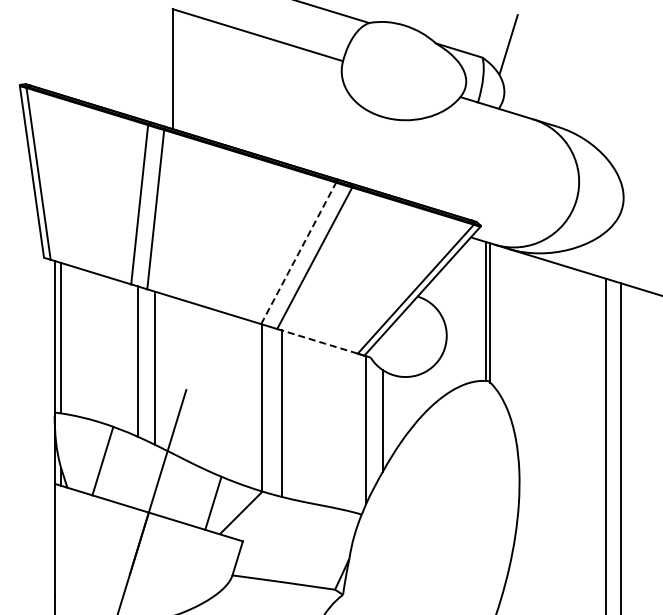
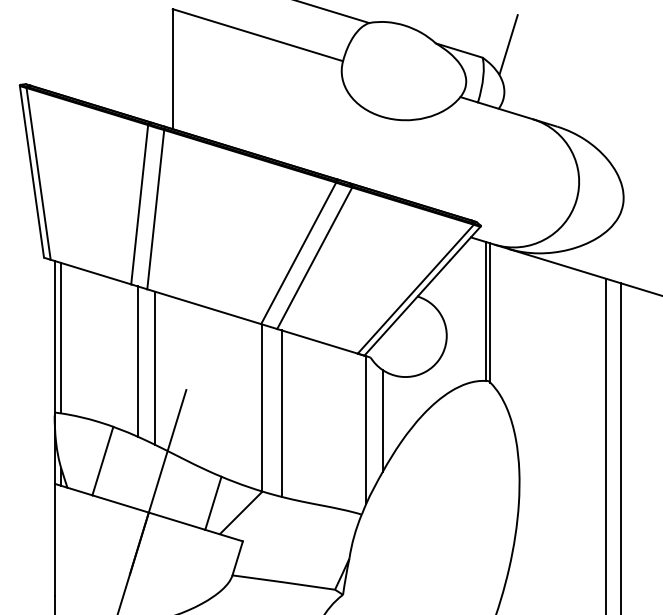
line at (298, 252): dashed -> solid
line at (317, 341): dashed -> solid
